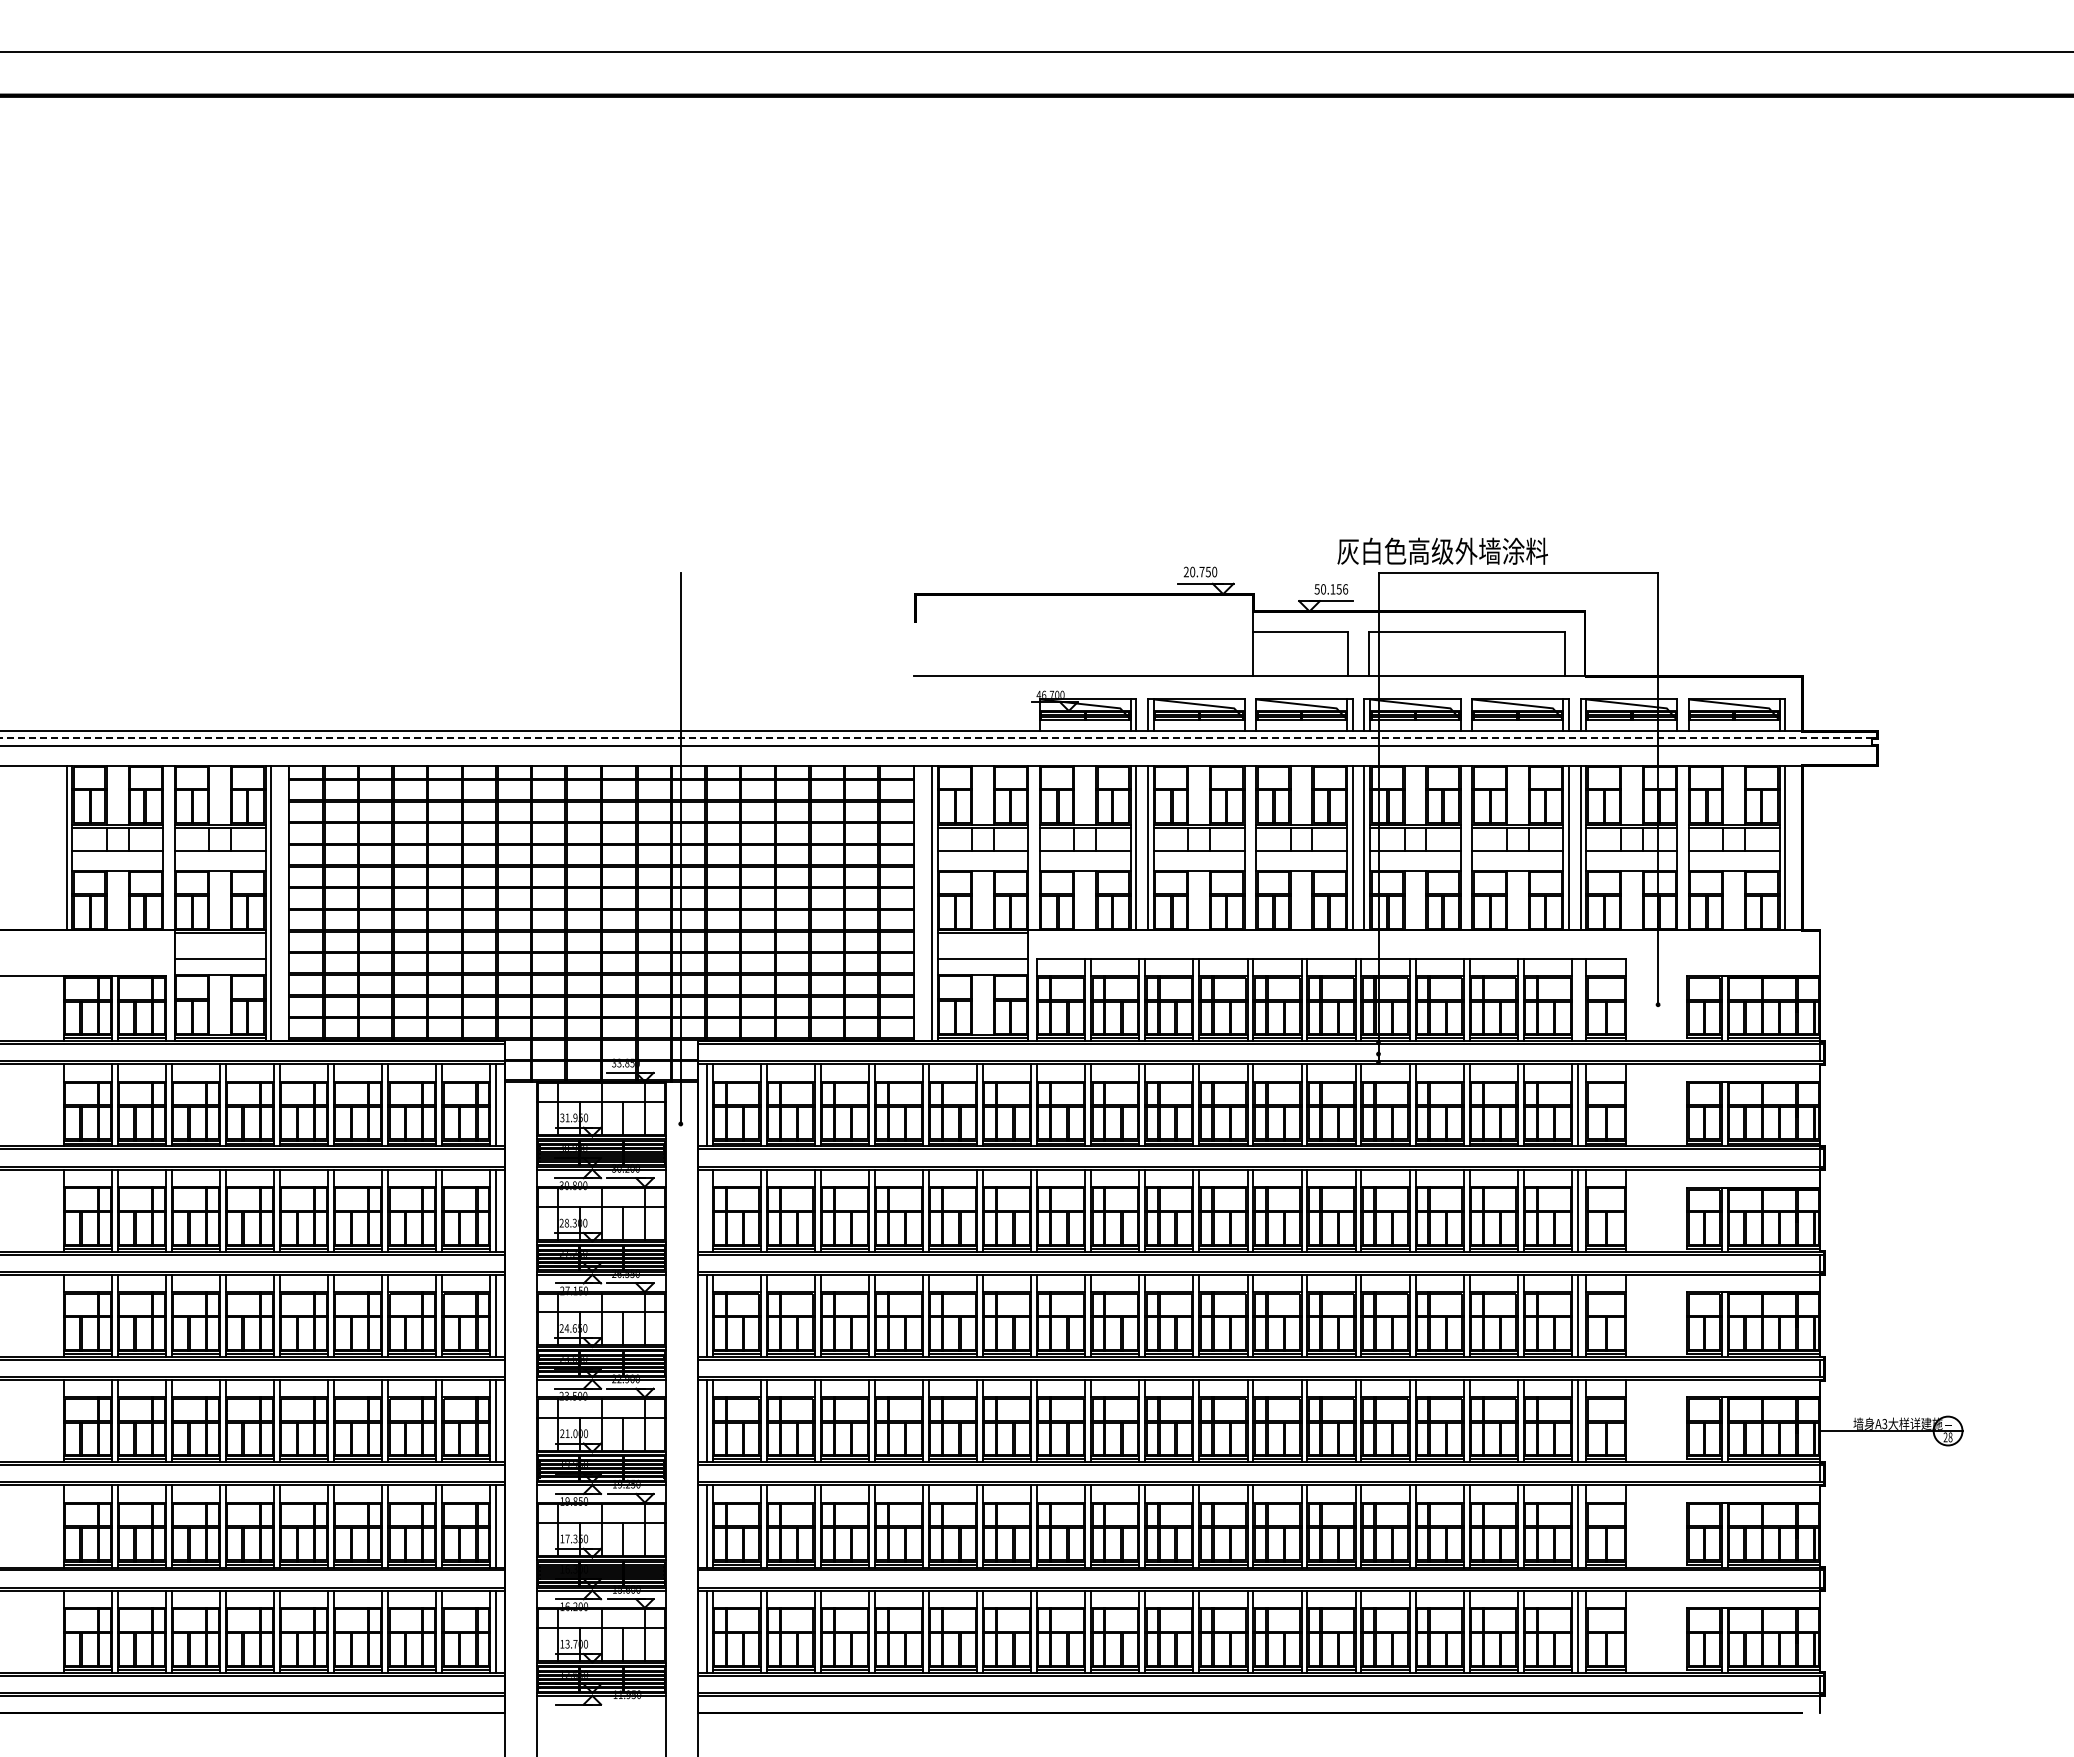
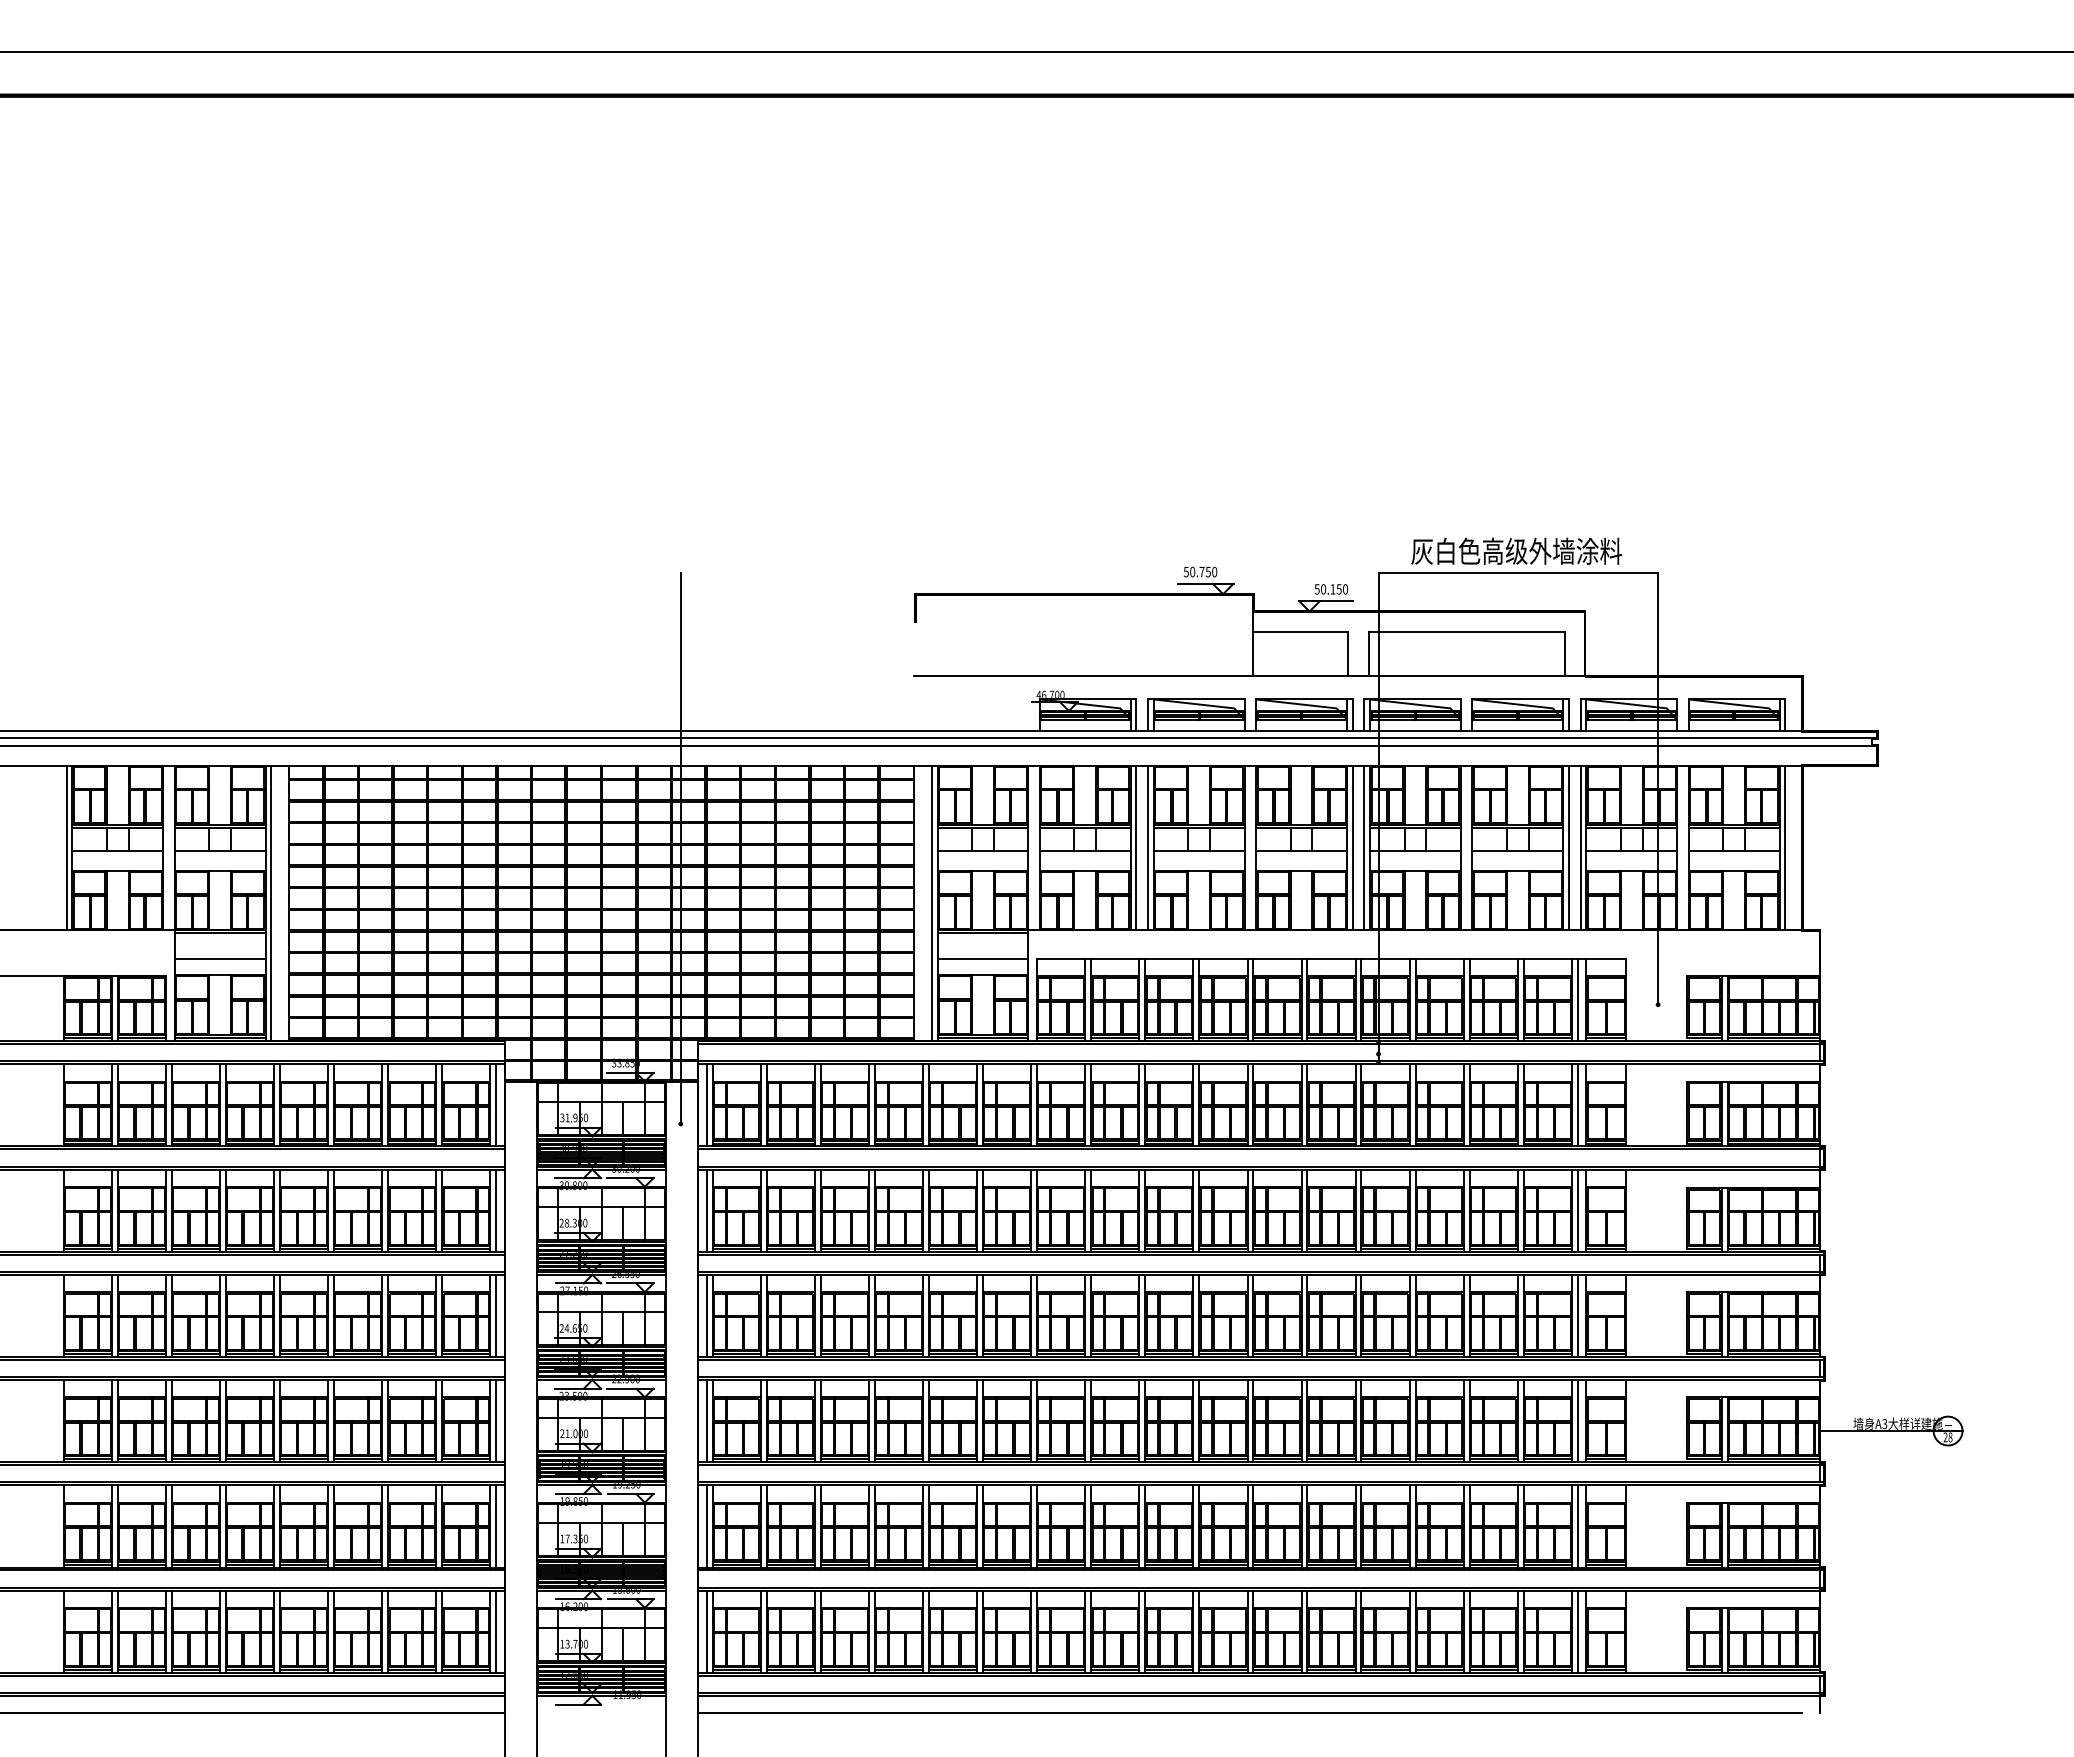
text at (1442, 550) position: (1442, 550) -> (1516, 550)
text at (1185, 571): 20.750 -> 50.750
text at (1345, 589): 50.156 -> 50.150
line at (938, 738): dashed -> solid
line at (1577, 1000): none -> present
line at (706, 1210): none -> present
